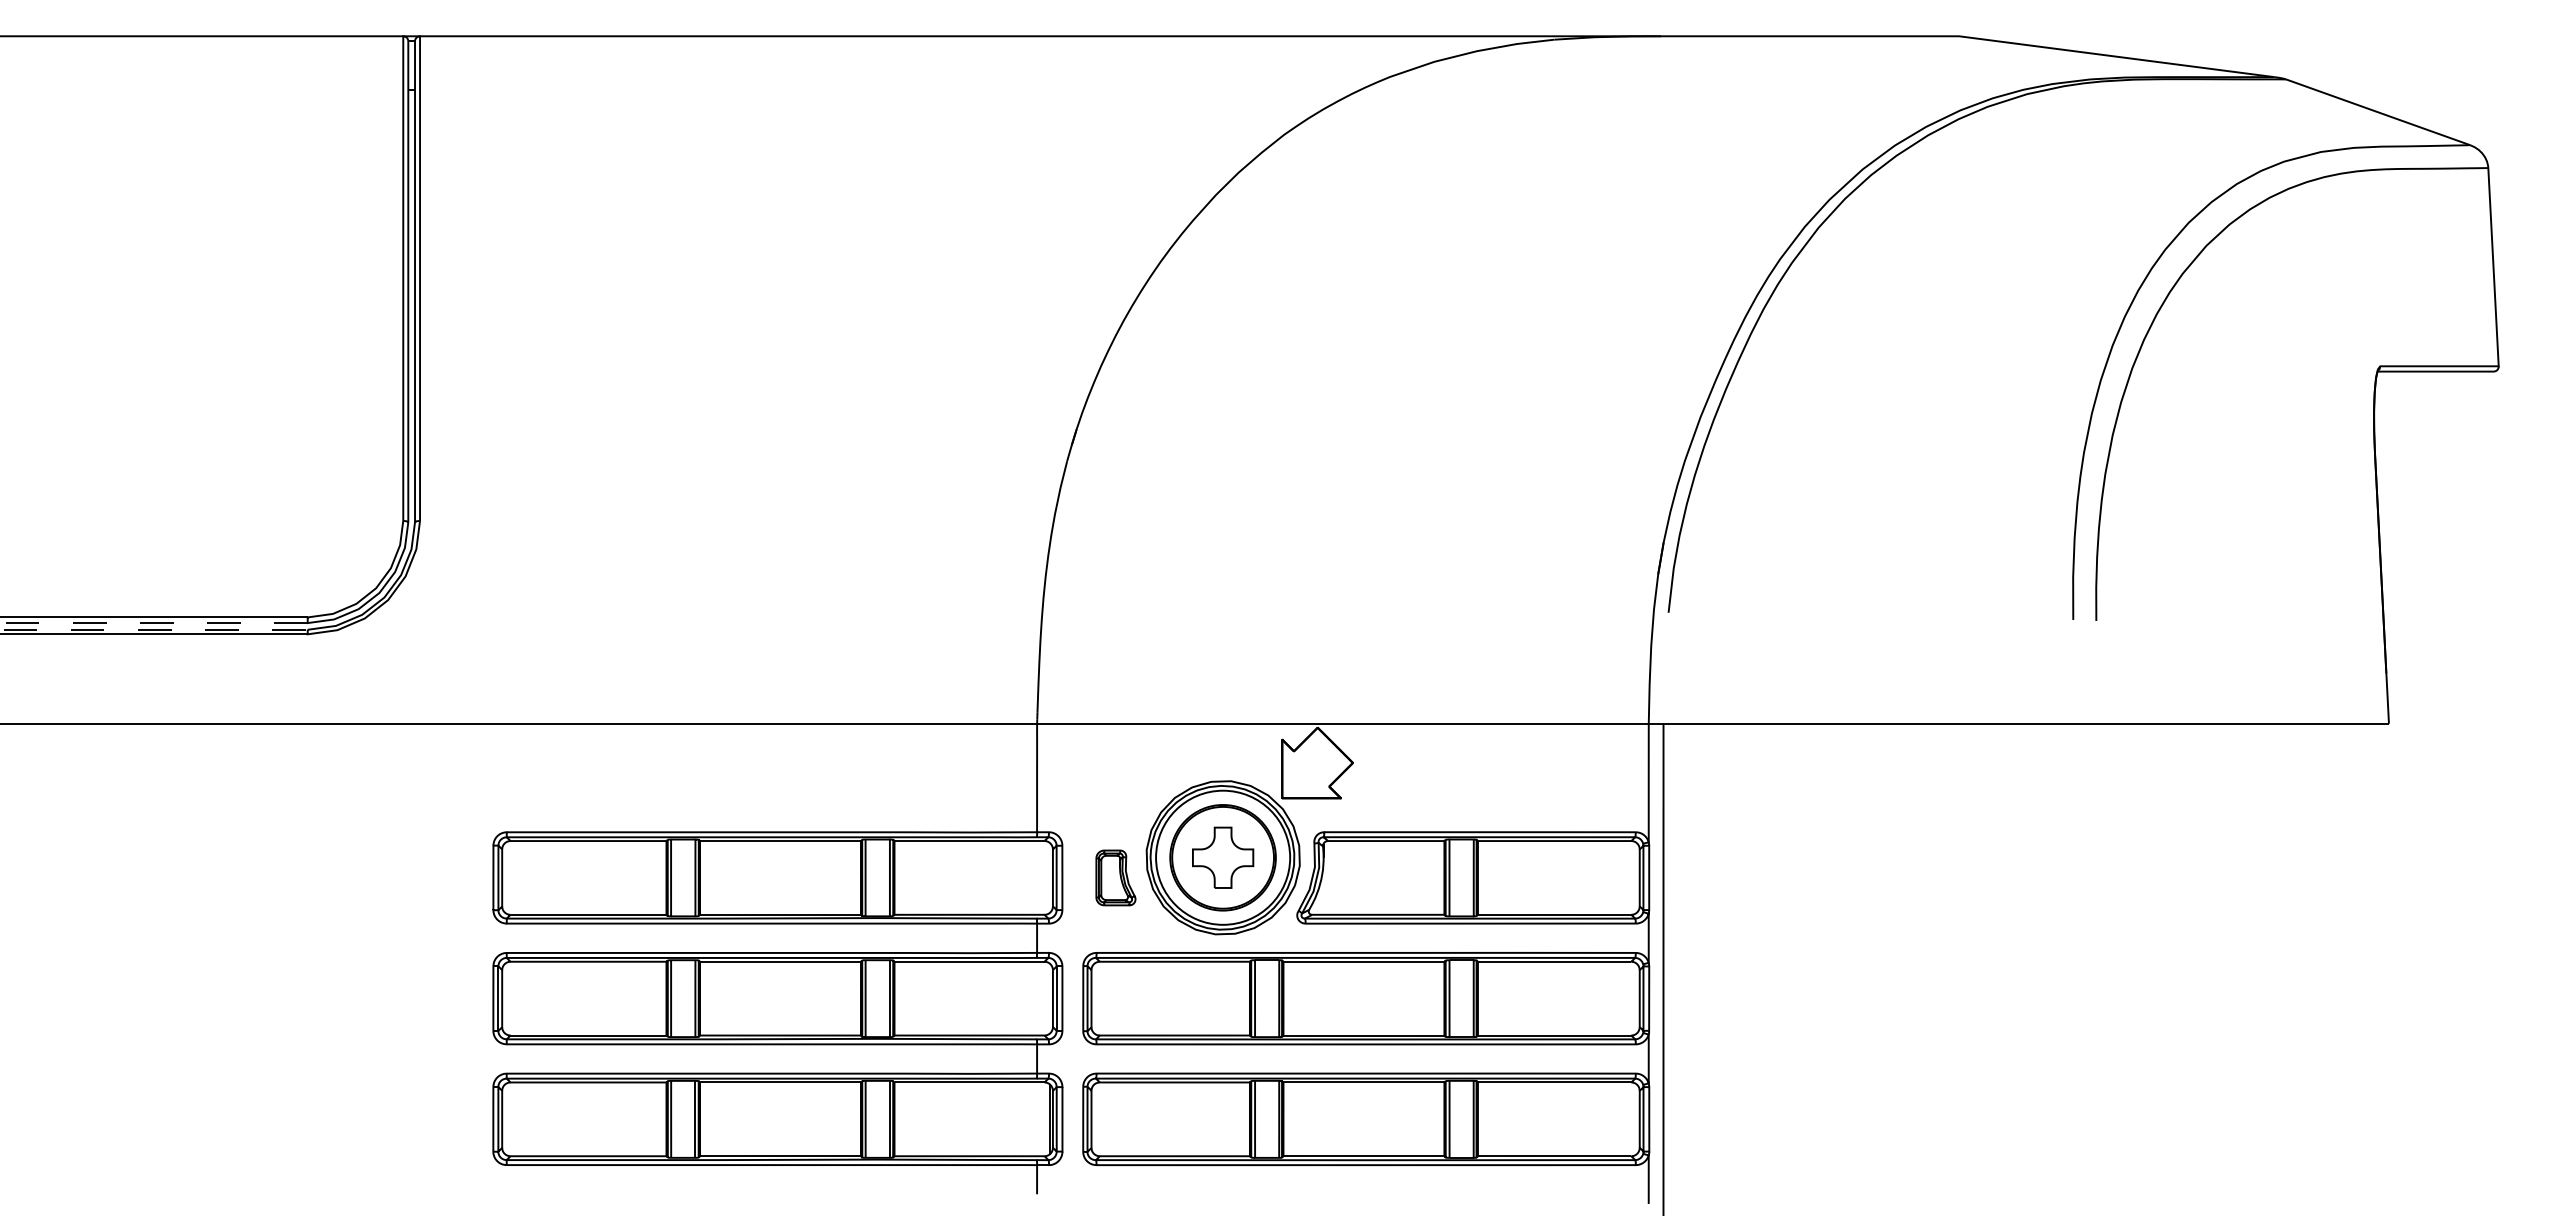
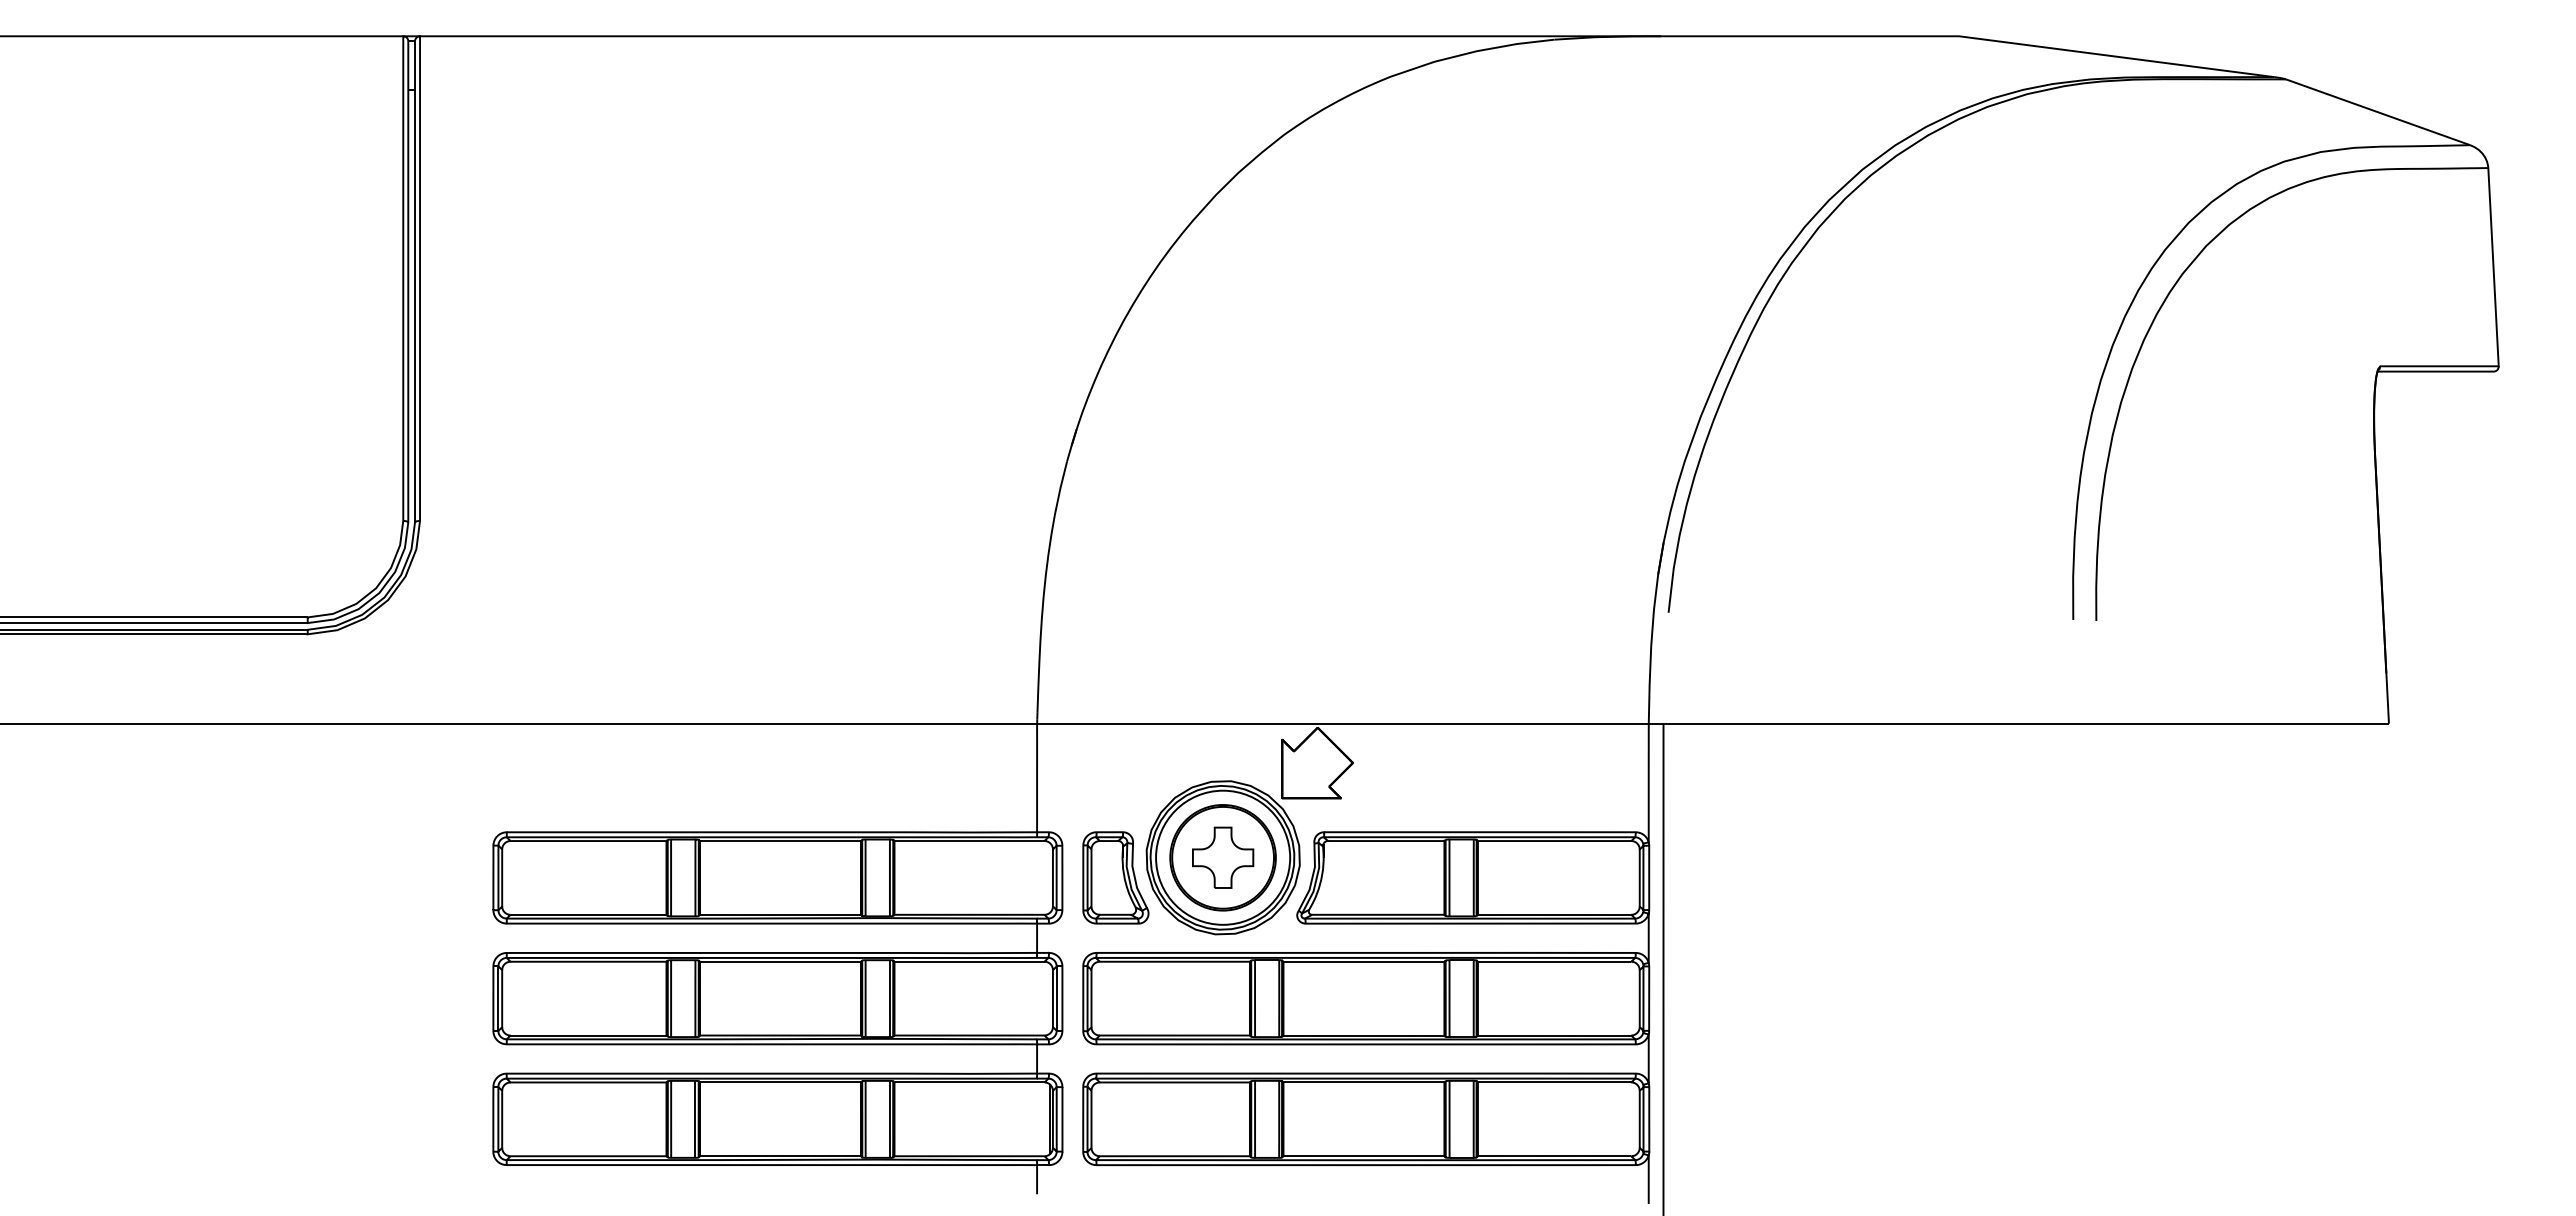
line at (153, 623): dashed -> solid
line at (154, 629): dashed -> solid
part at (1115, 877) size: 42x58 px -> 68x94 px
